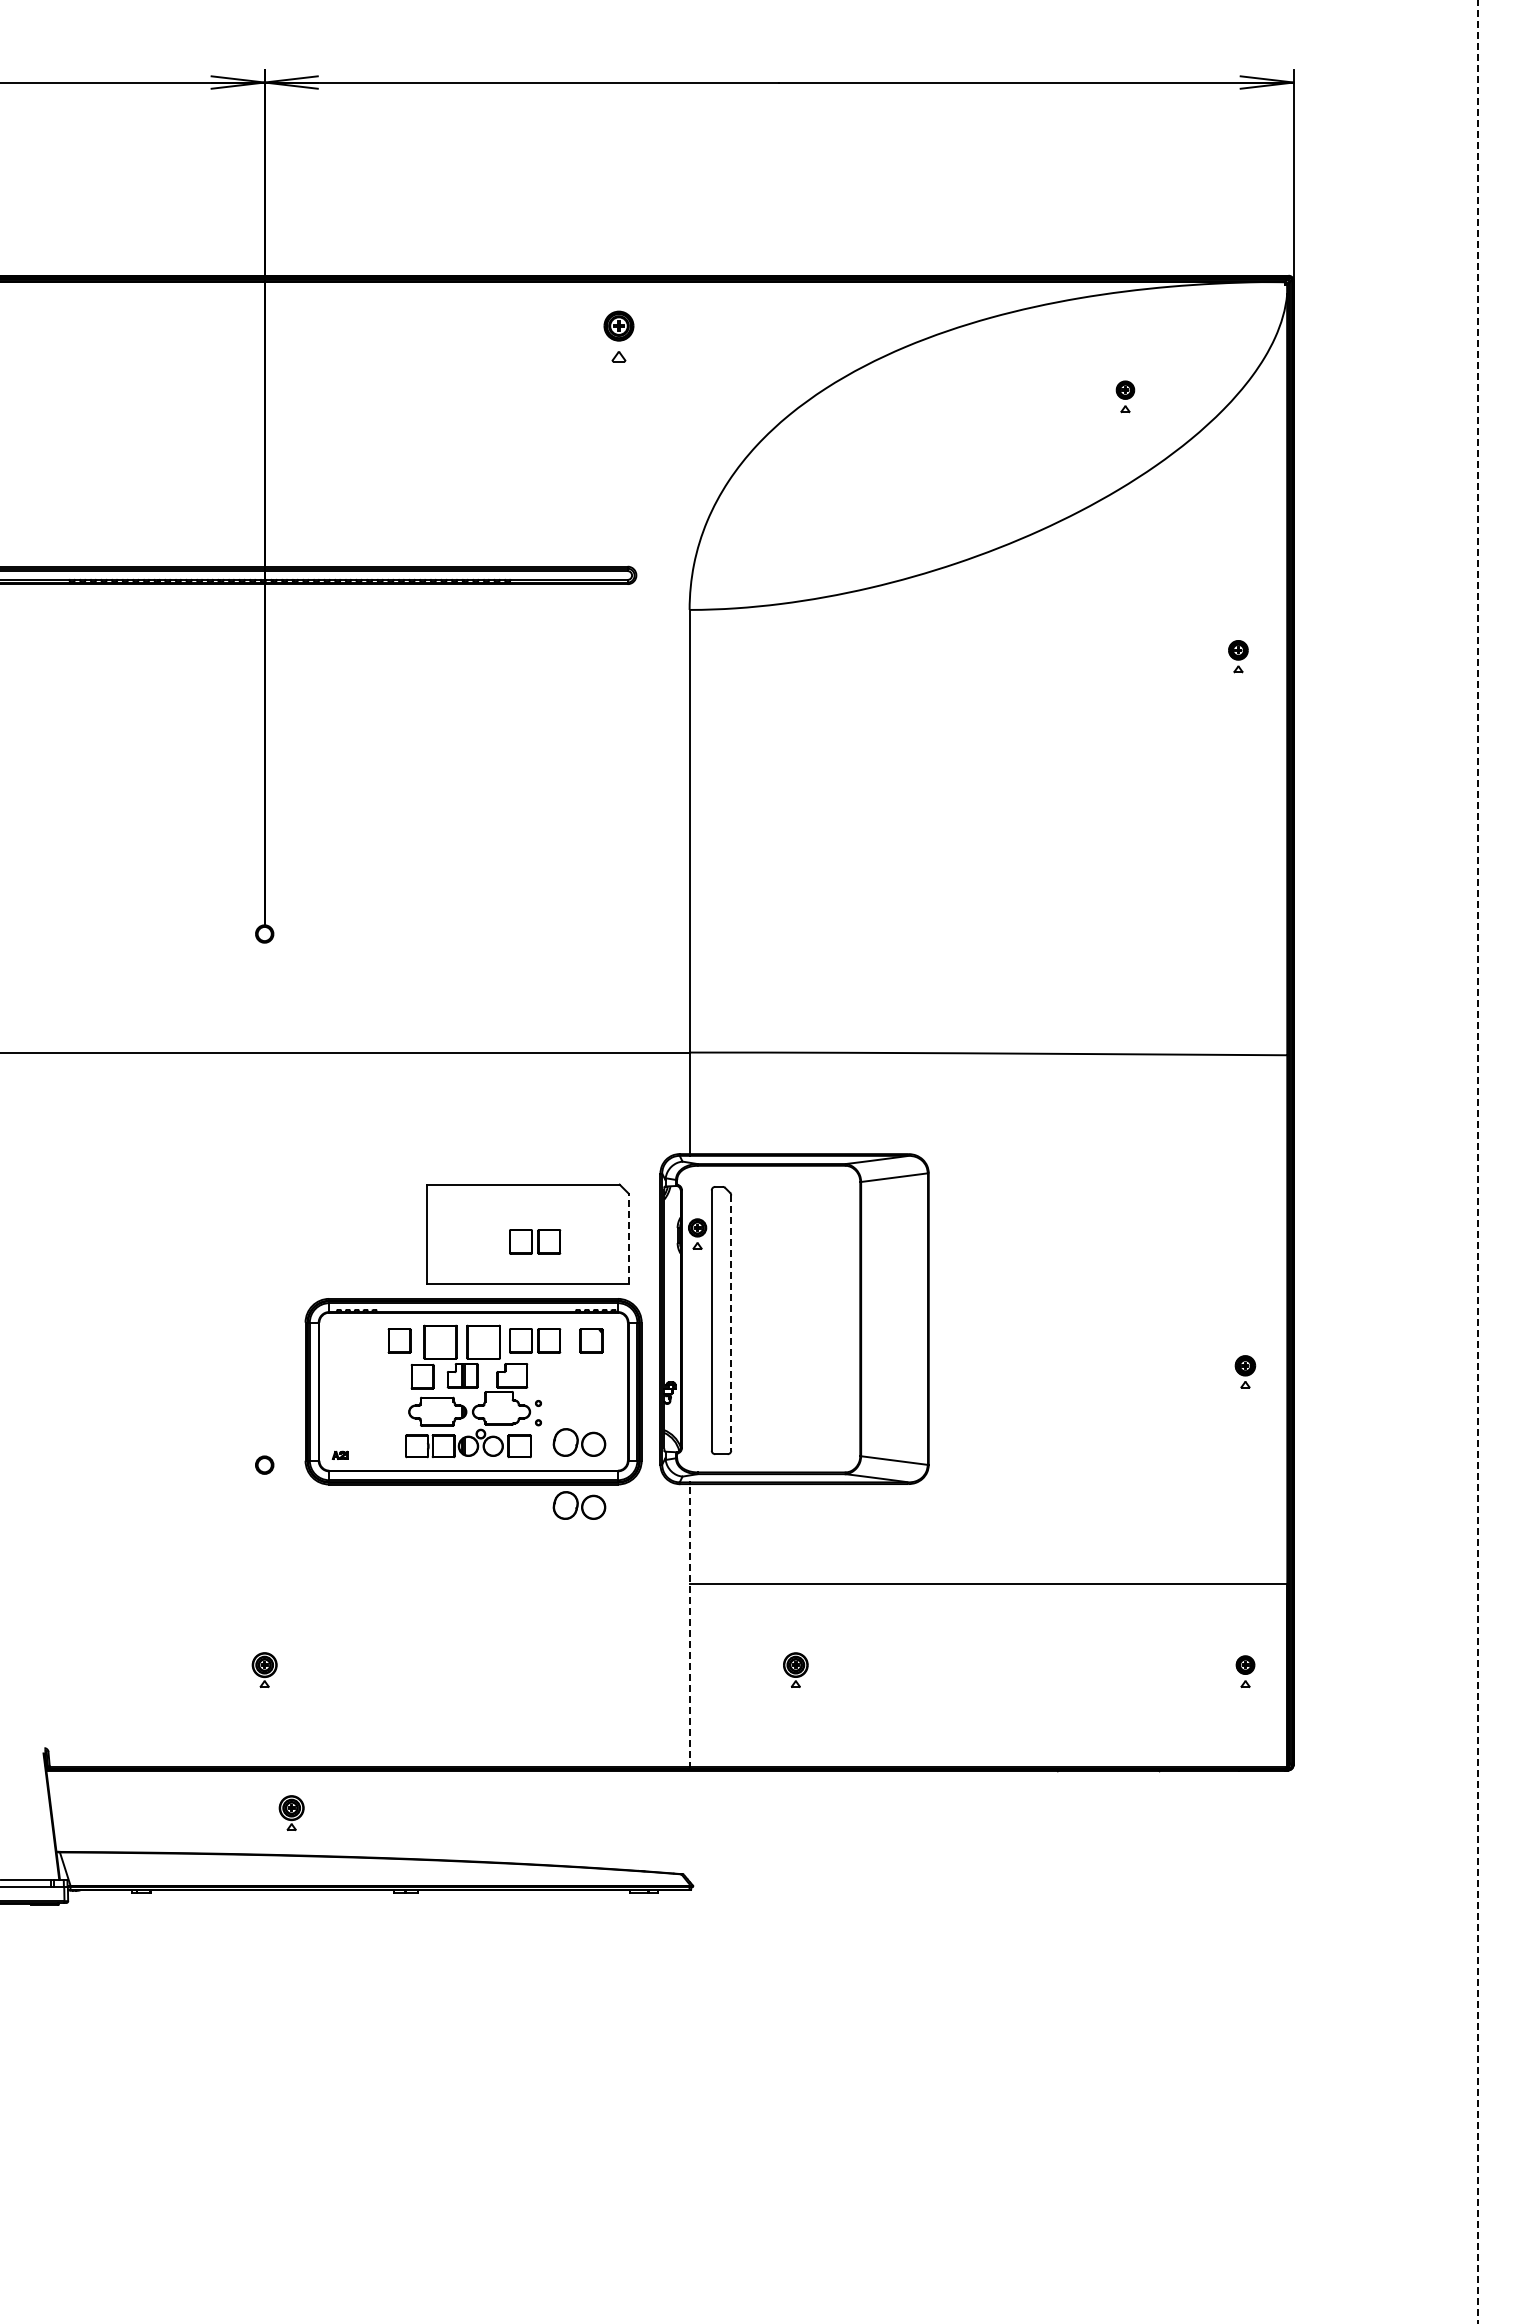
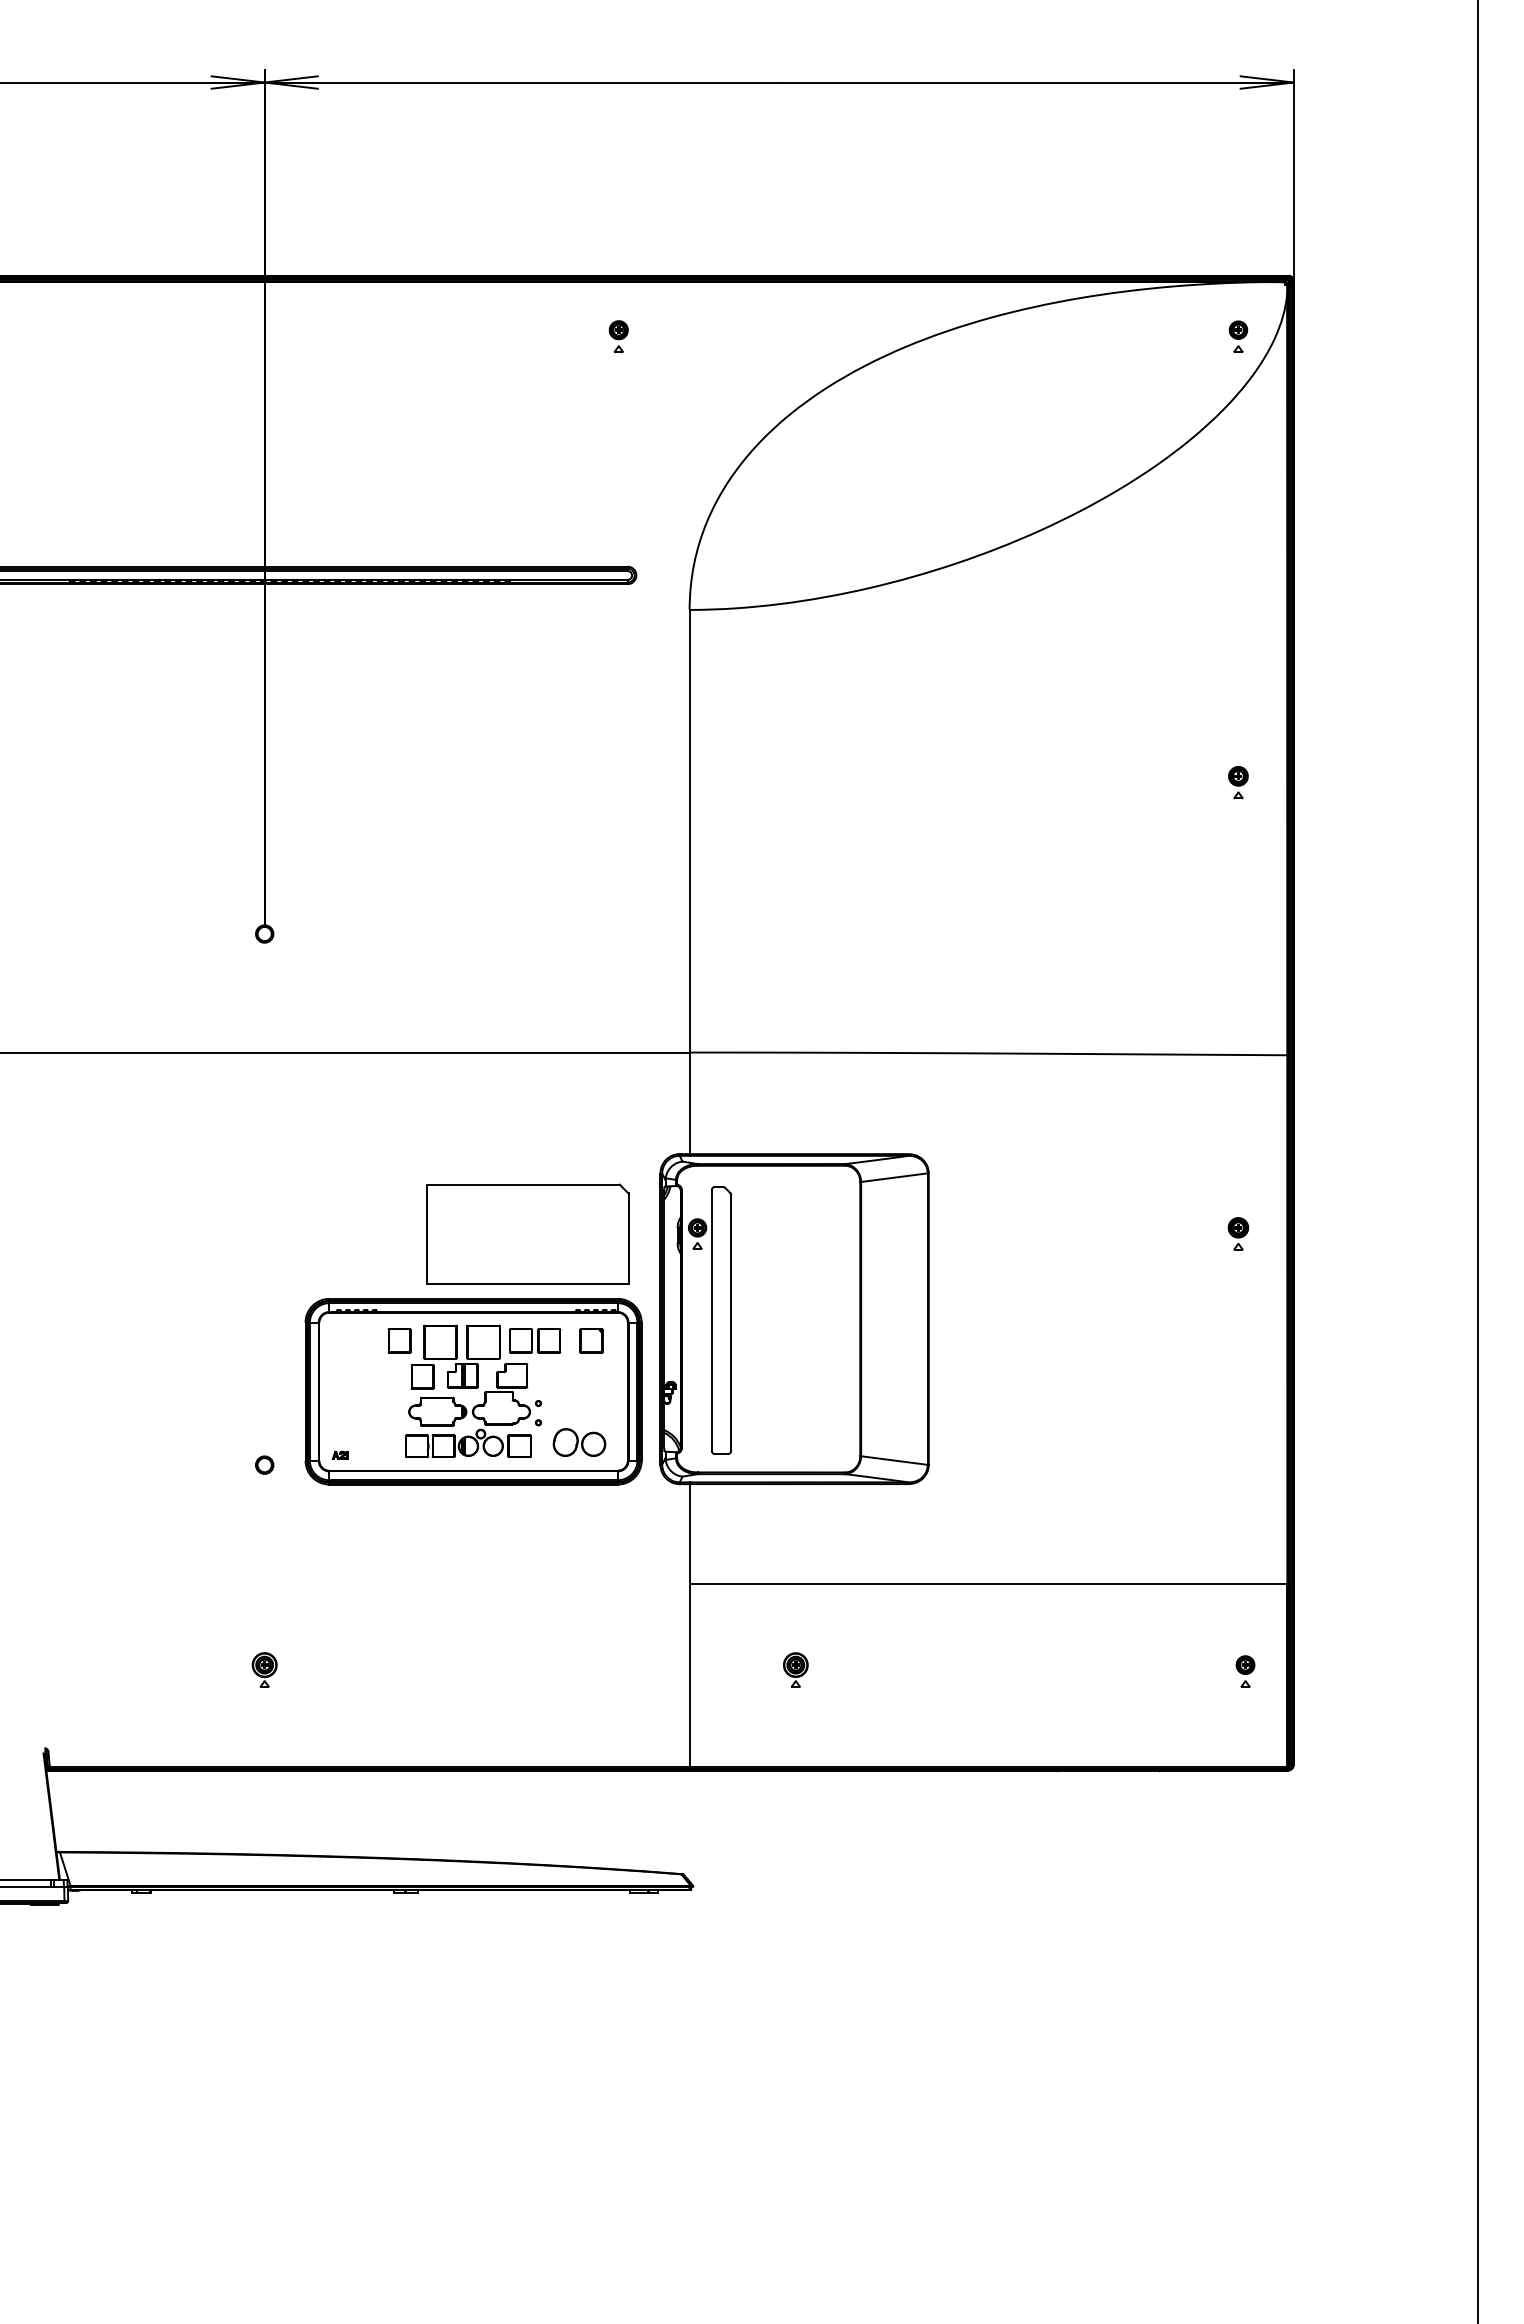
part at (618, 336) size: 32x53 px -> 21x34 px
part at (1125, 396) position: (1125, 396) -> (1238, 336)
part at (1238, 656) position: (1238, 656) -> (1238, 782)
line at (1478, 1161): dashed -> solid
line at (628, 1238): dashed -> solid
part at (535, 1241): present -> none
line at (731, 1323): dashed -> solid
part at (1245, 1371) position: (1245, 1371) -> (1238, 1233)
part at (579, 1505): present -> none
line at (689, 1626): dashed -> solid
part at (291, 1812): present -> none
